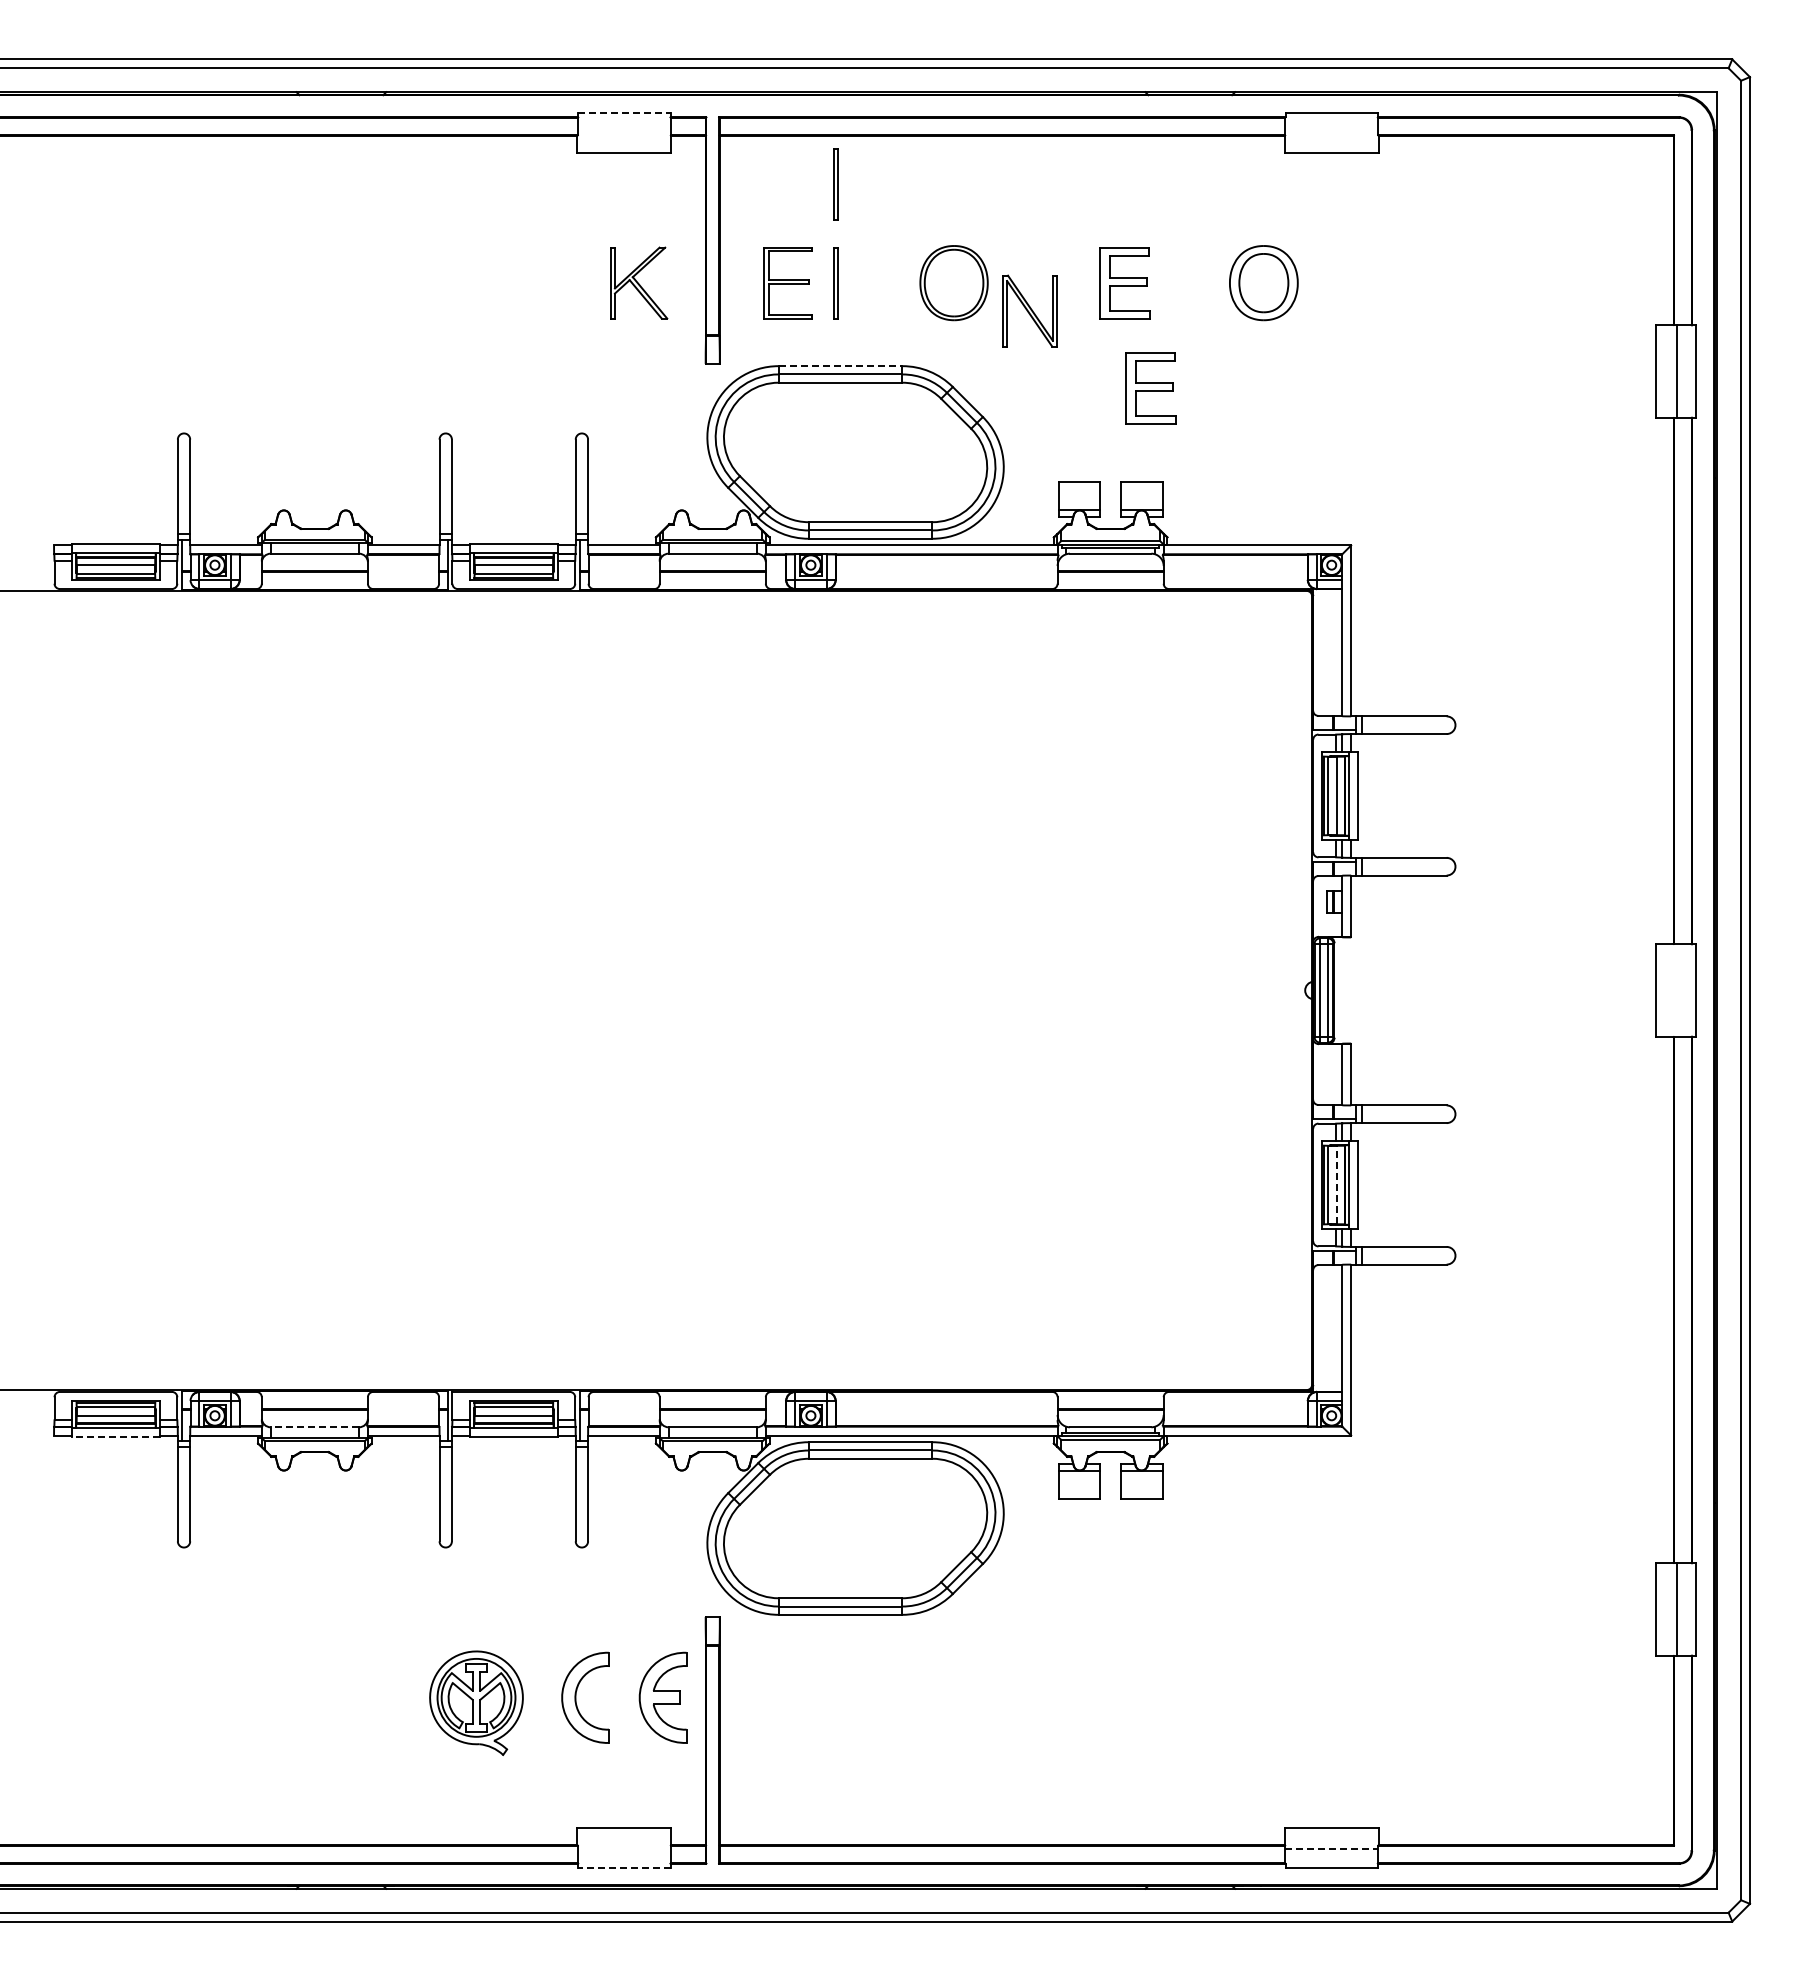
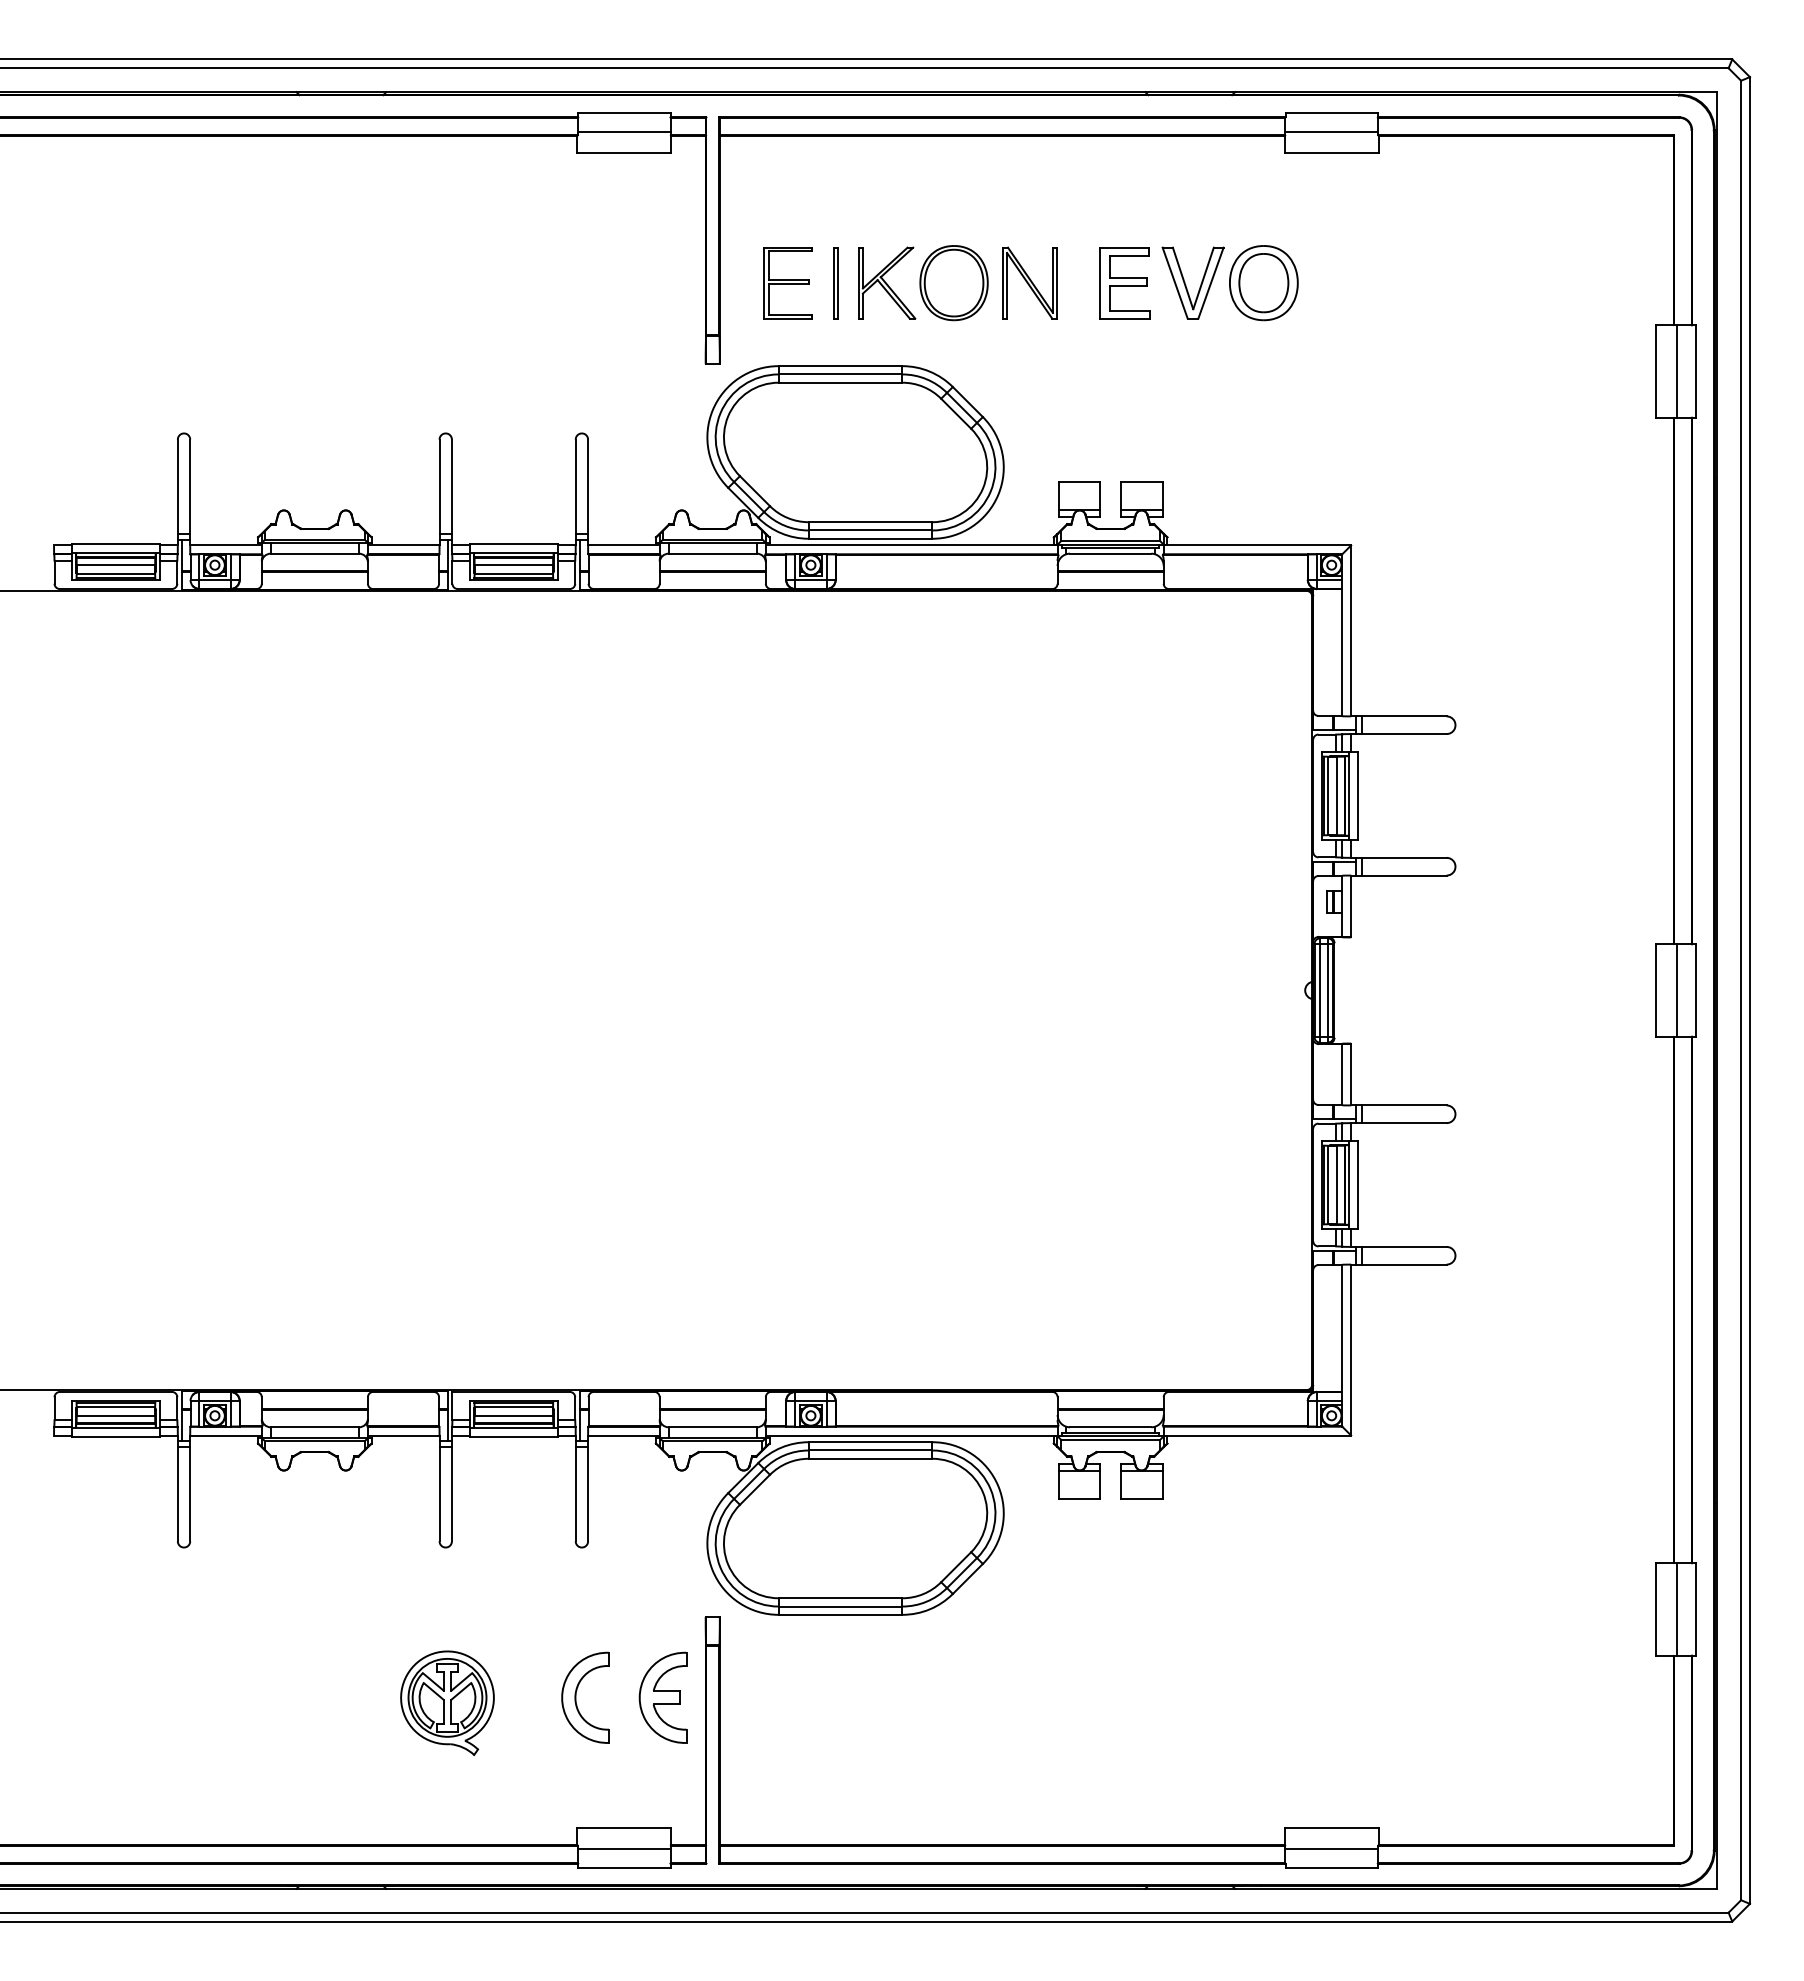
line at (624, 113): dashed -> solid
line at (623, 131): none -> present
line at (1331, 131): none -> present
part at (835, 184): present -> none
part at (639, 282) position: (639, 282) -> (887, 282)
part at (1186, 285): none -> present
part at (1029, 310) position: (1029, 310) -> (1029, 282)
line at (840, 366): dashed -> solid
part at (1150, 388): present -> none
line at (1677, 990): none -> present
line at (1337, 1184): dashed -> solid
line at (314, 1427): dashed -> solid
line at (115, 1437): dashed -> solid
part at (476, 1702) position: (476, 1702) -> (447, 1702)
line at (623, 1849): none -> present
line at (1331, 1849): dashed -> solid
line at (623, 1867): dashed -> solid
